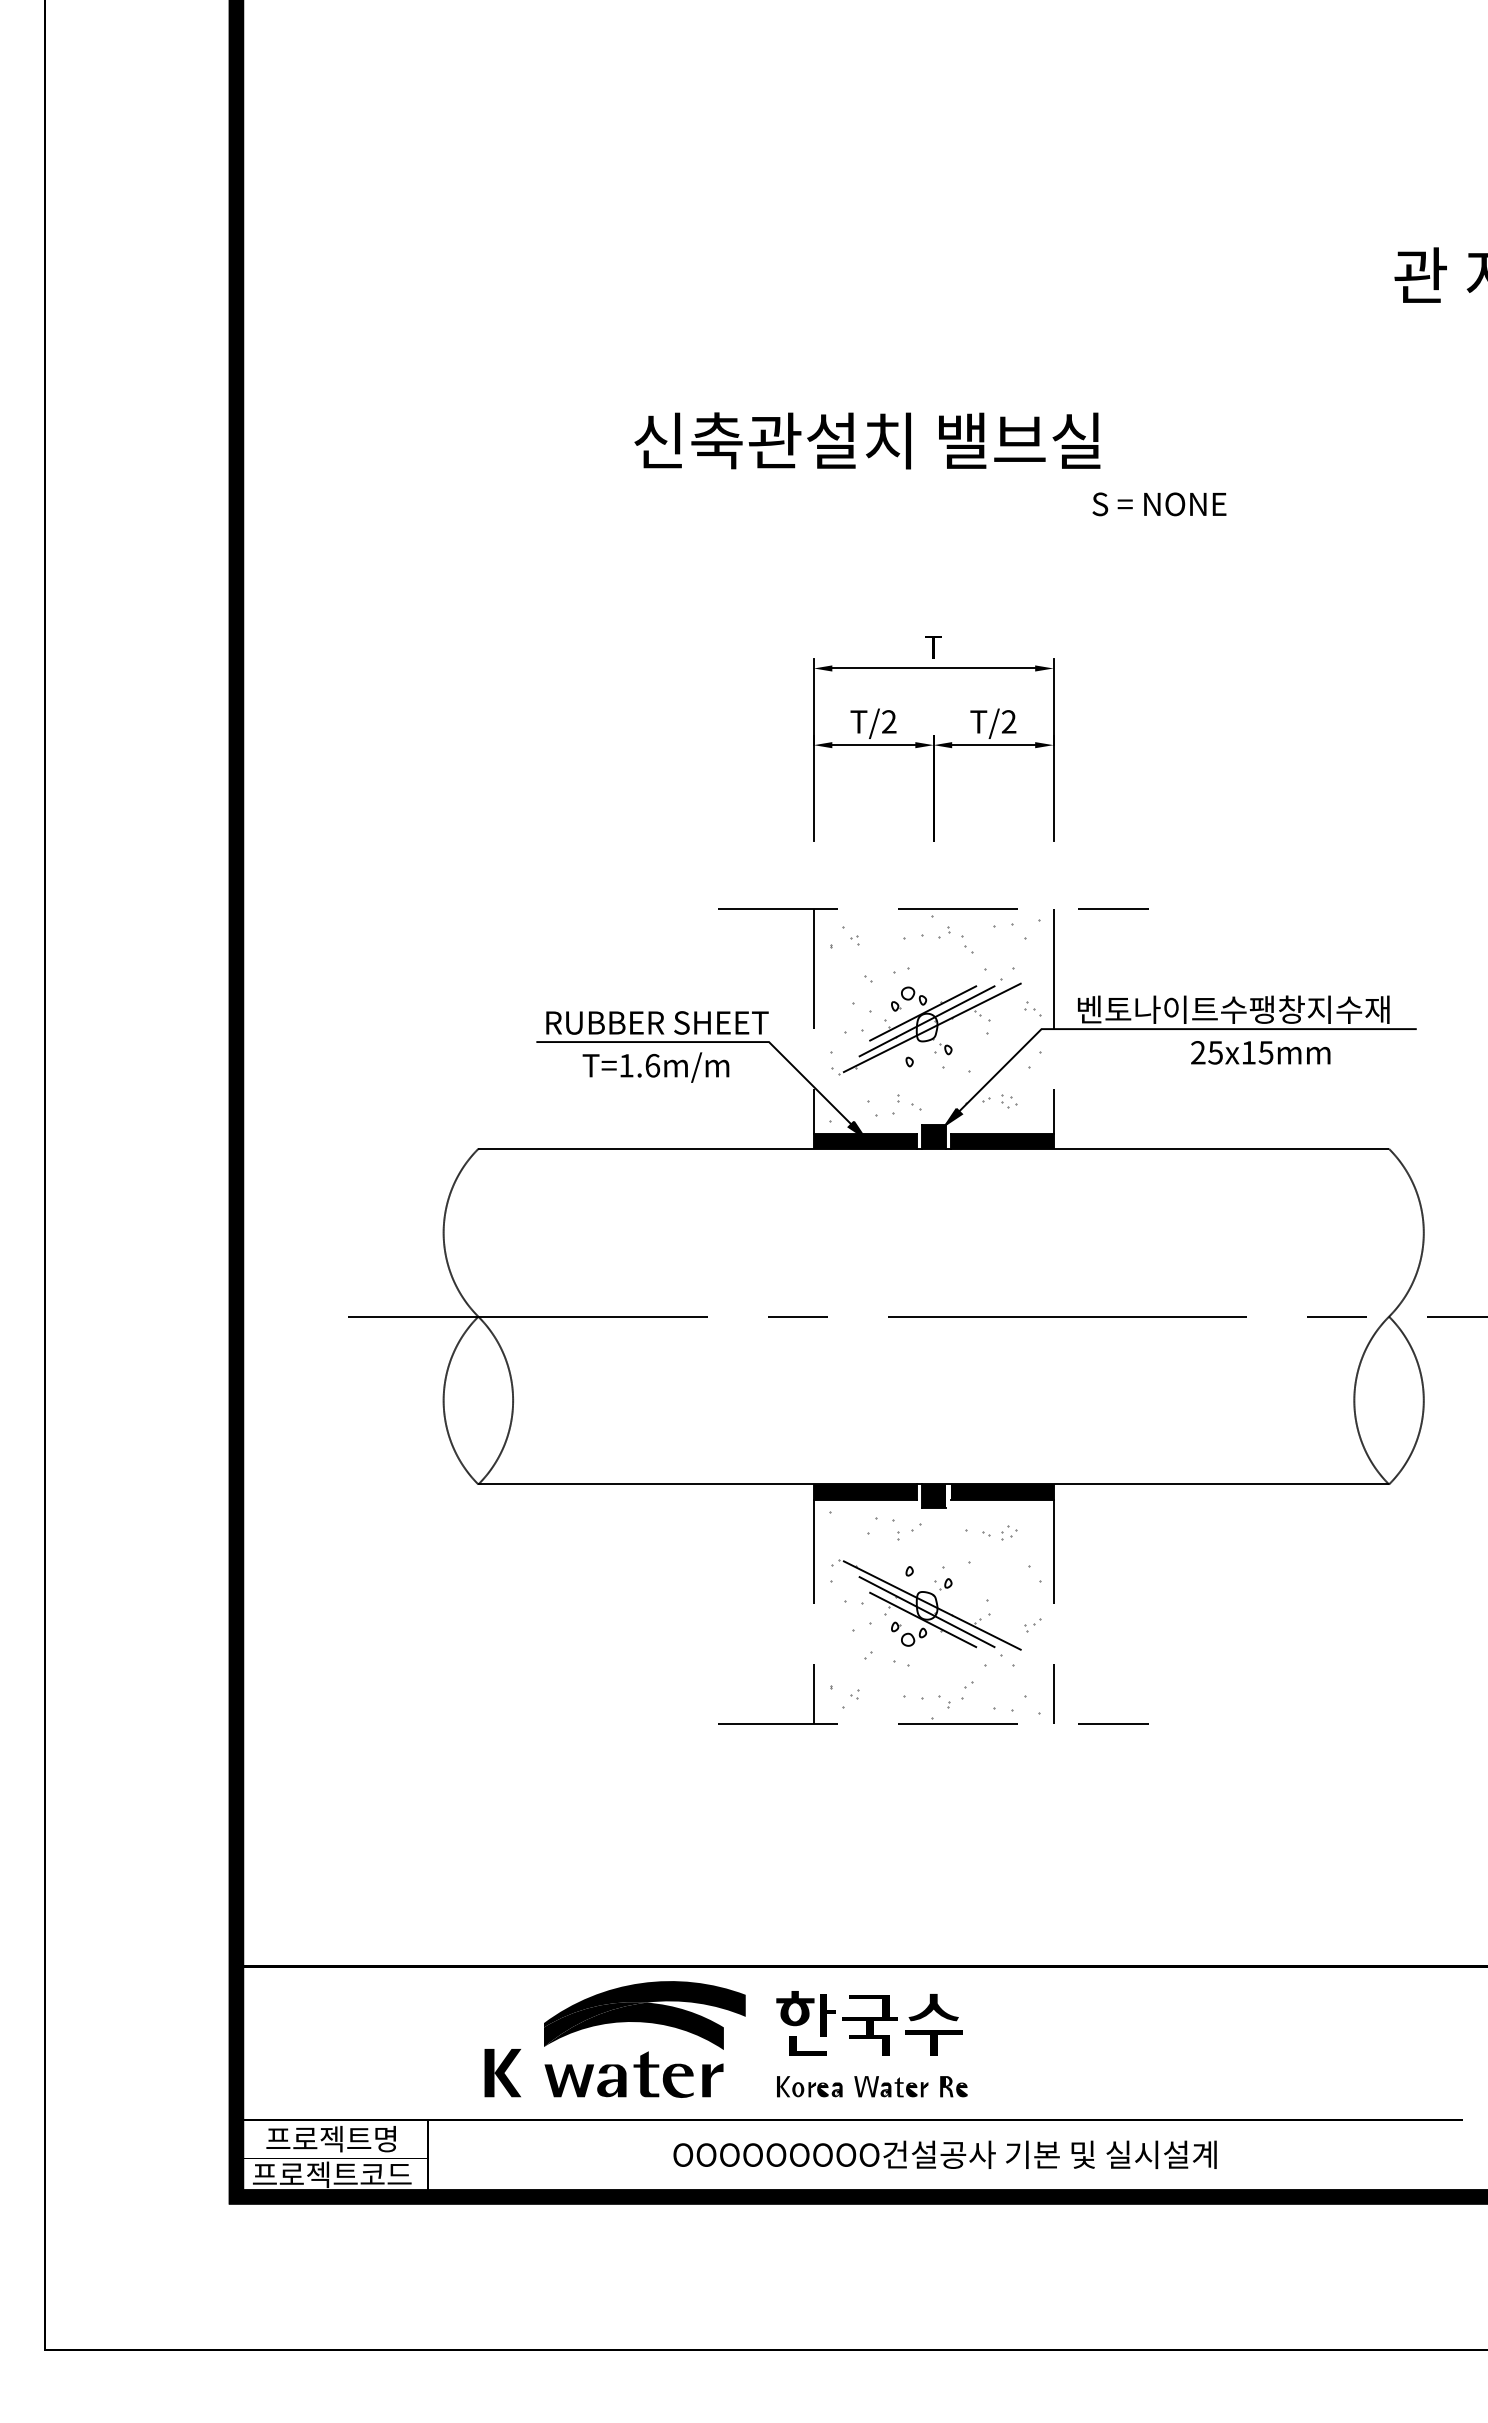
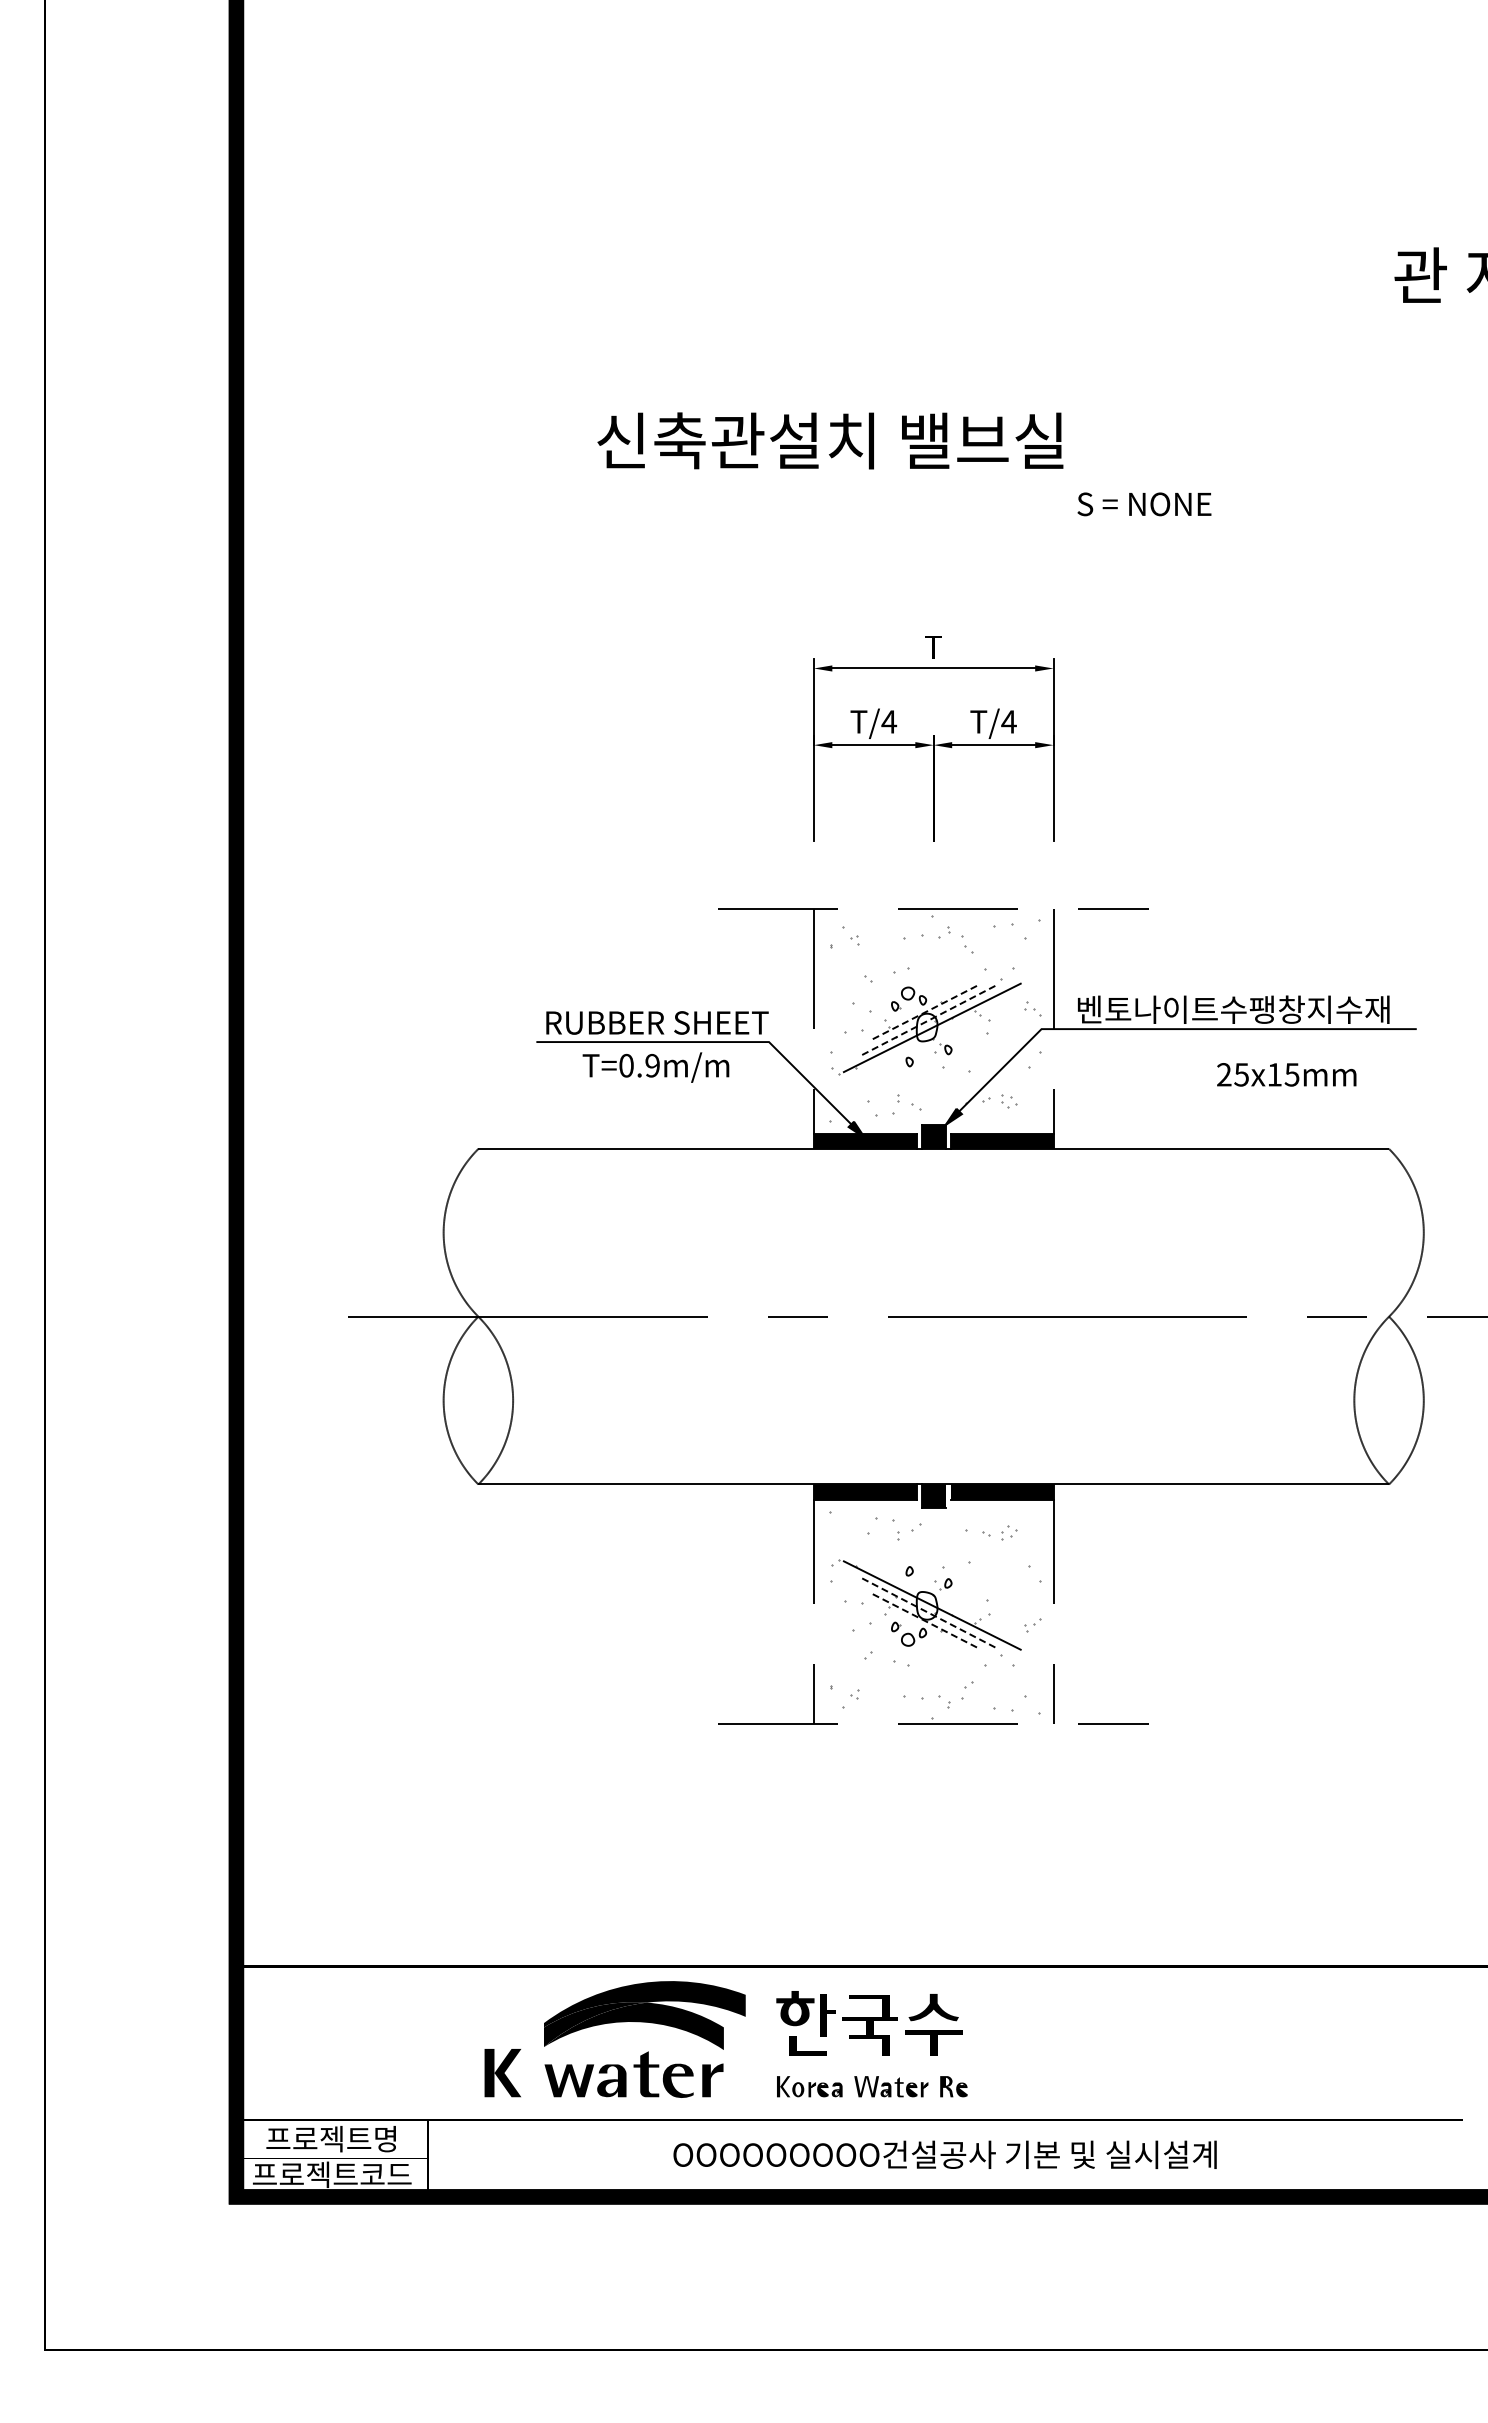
text at (867, 440) position: (867, 440) -> (830, 440)
text at (1159, 504) position: (1159, 504) -> (1144, 504)
text at (889, 721): T/2 -> T/4
text at (1008, 721): T/2 -> T/4
line at (922, 1013): solid -> dashed
line at (927, 1021): solid -> dashed
text at (1260, 1052) position: (1260, 1052) -> (1286, 1074)
text at (639, 1065): T=1.6m/m -> T=0.9m/m
line at (927, 1612): solid -> dashed
line at (922, 1619): solid -> dashed
